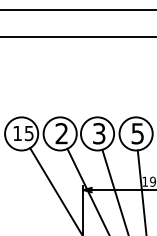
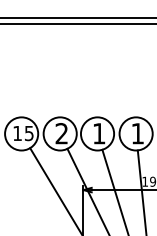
line at (77, 10) position: (77, 10) -> (77, 18)
line at (77, 36) position: (77, 36) -> (77, 23)
text at (99, 133): 3 -> 1
text at (137, 133): 5 -> 1
